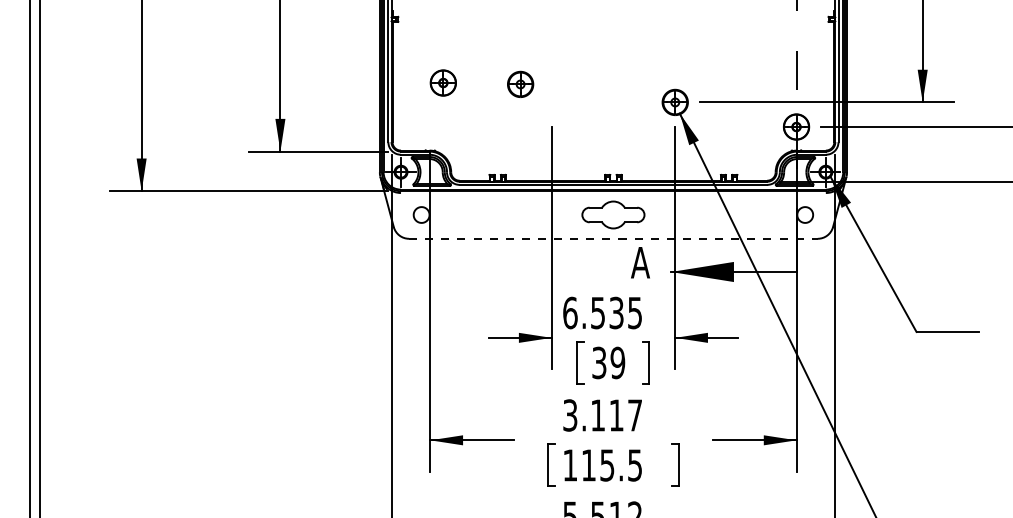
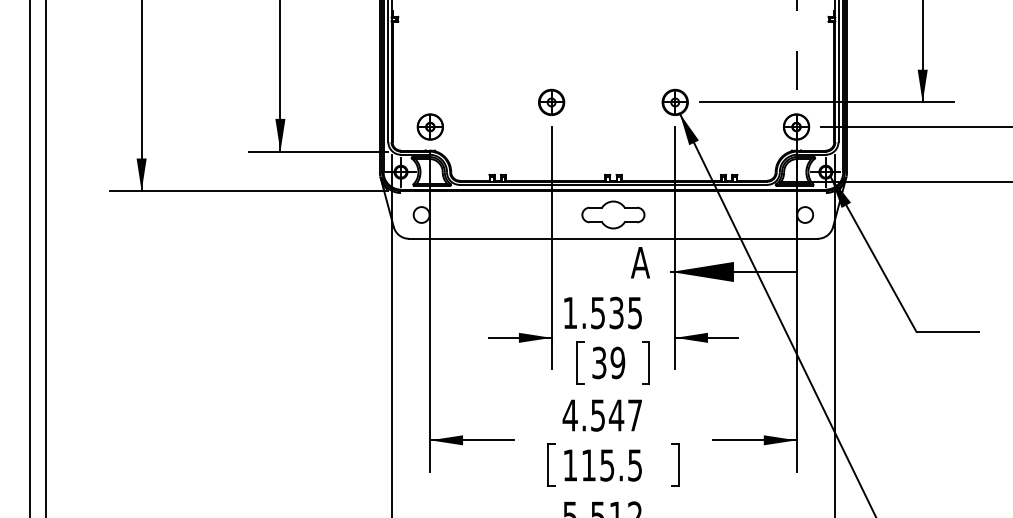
part at (442, 82) position: (442, 82) -> (429, 126)
part at (520, 83) position: (520, 83) -> (551, 101)
line at (613, 238): dashed -> solid
line at (39, 258) position: (39, 258) -> (45, 258)
text at (570, 312): 6.535 -> 1.535
text at (593, 415): 3.117 -> 4.547
